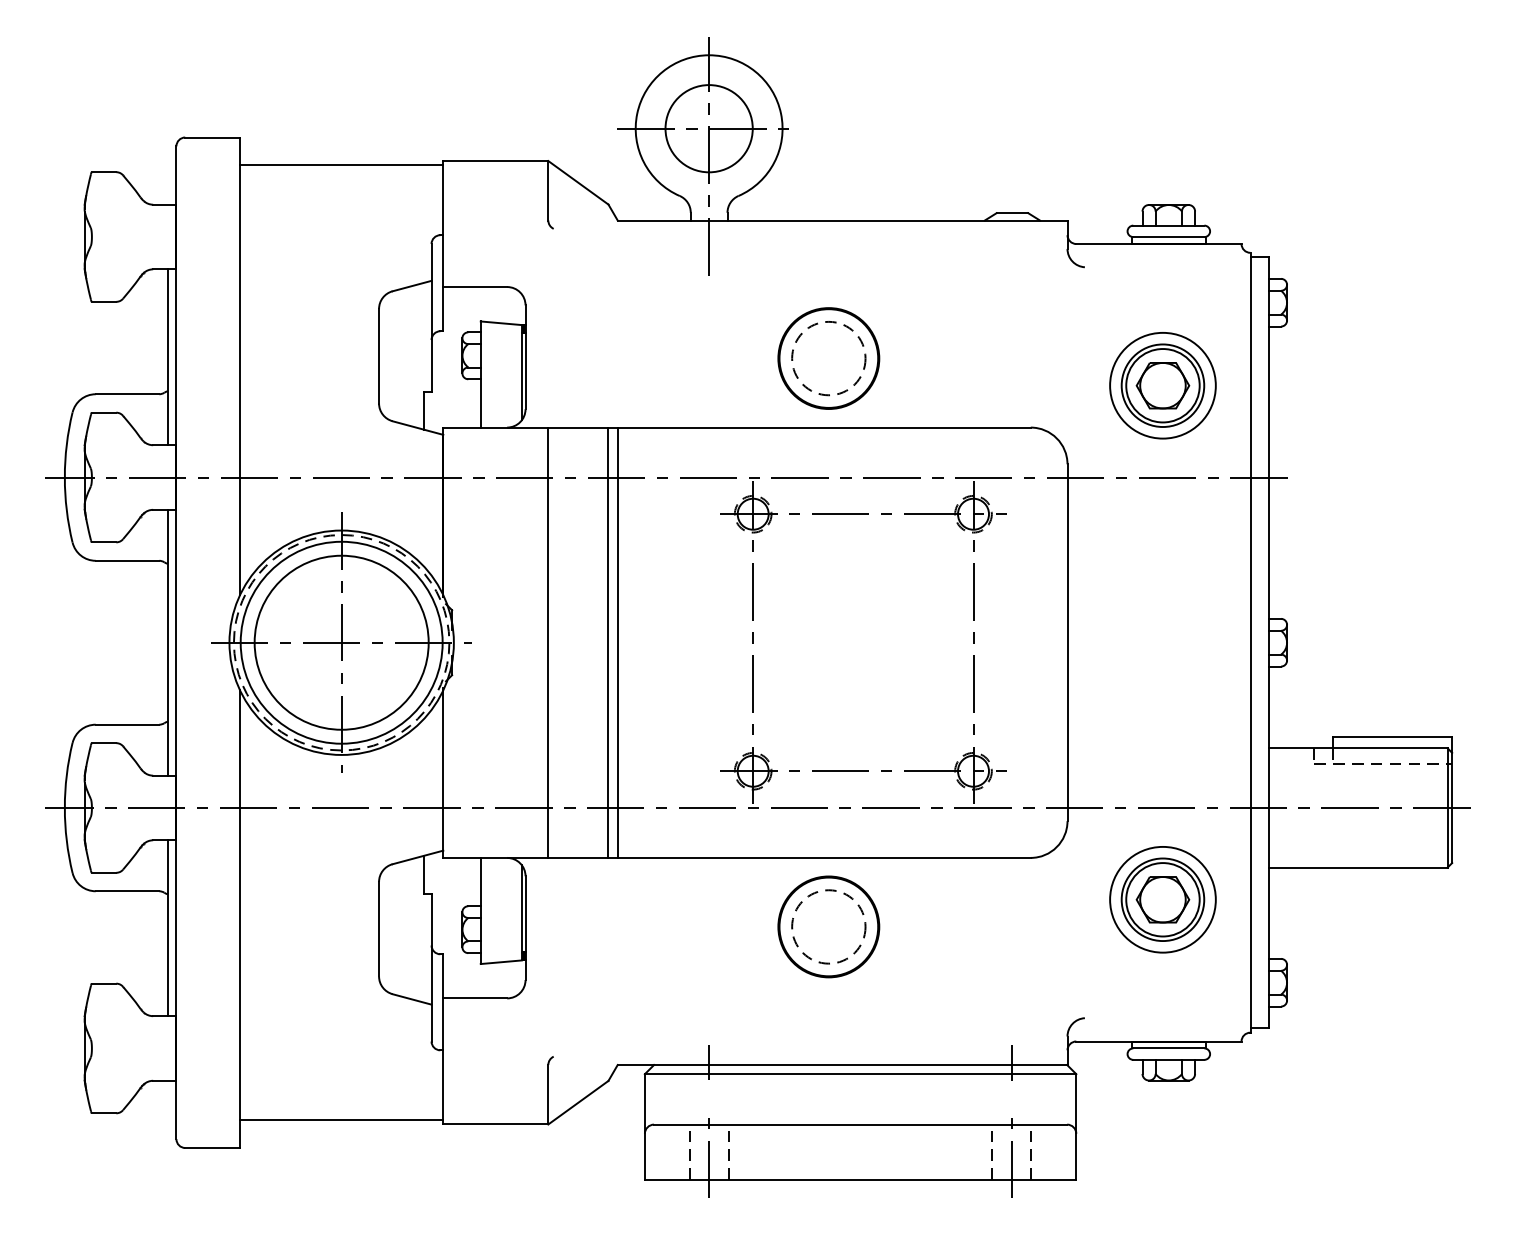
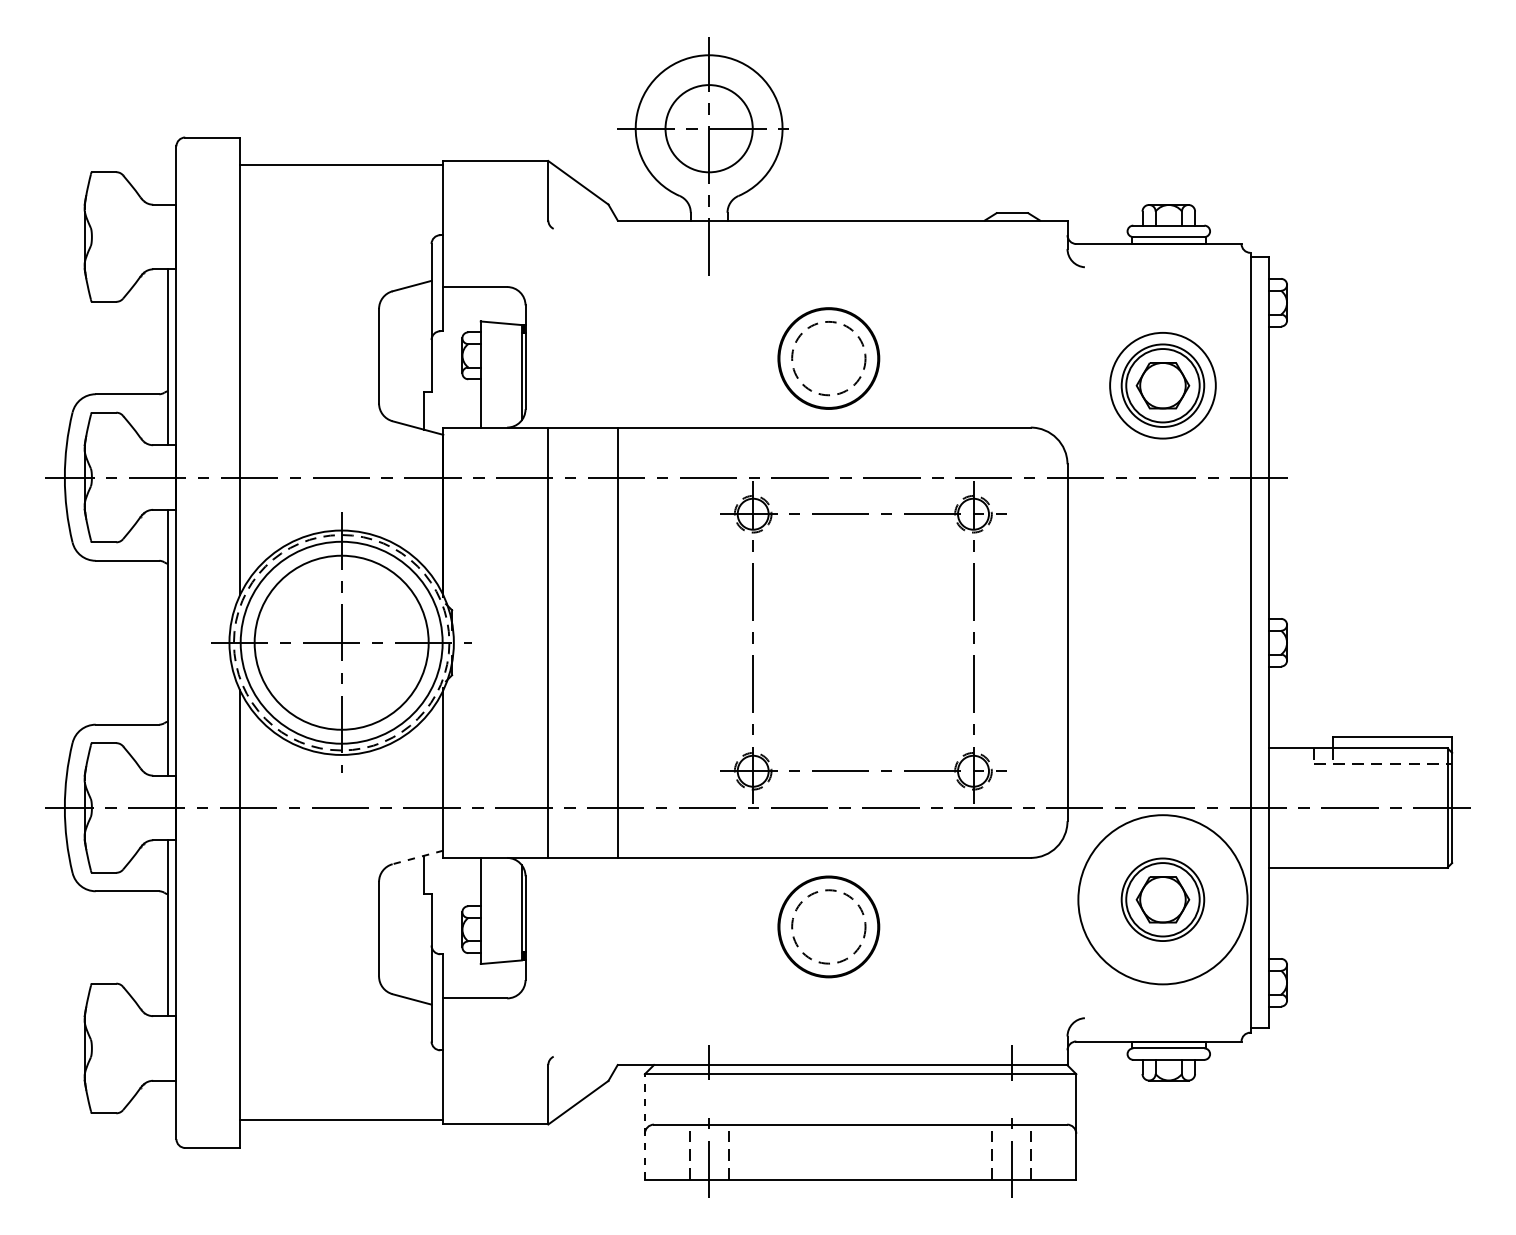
line at (608, 642): present -> none
line at (417, 857): solid -> dashed
circle at (1162, 899) diameter: 106 px -> 169 px
line at (644, 1126): solid -> dashed
